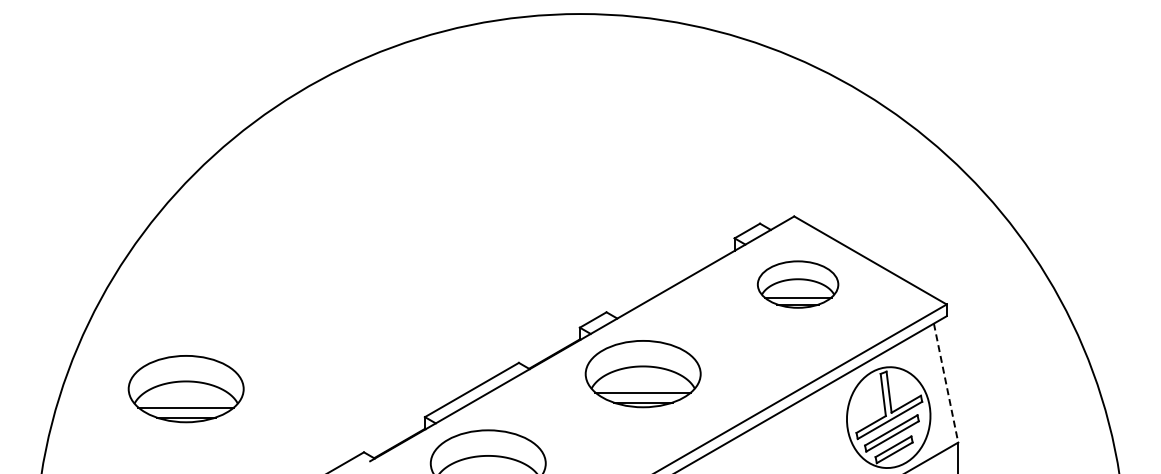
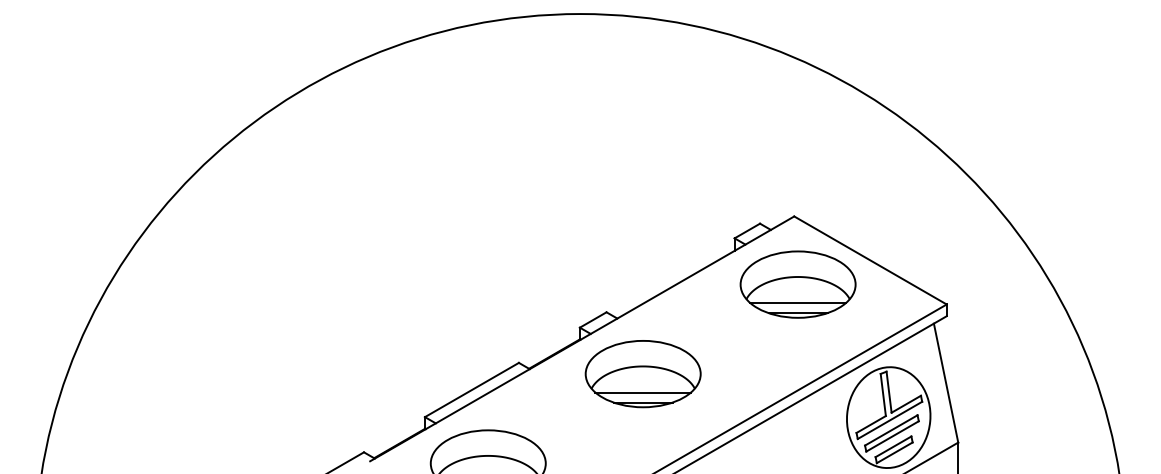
part at (798, 284) size: 83x49 px -> 118x69 px
line at (946, 383): dashed -> solid
part at (185, 389): present -> none
